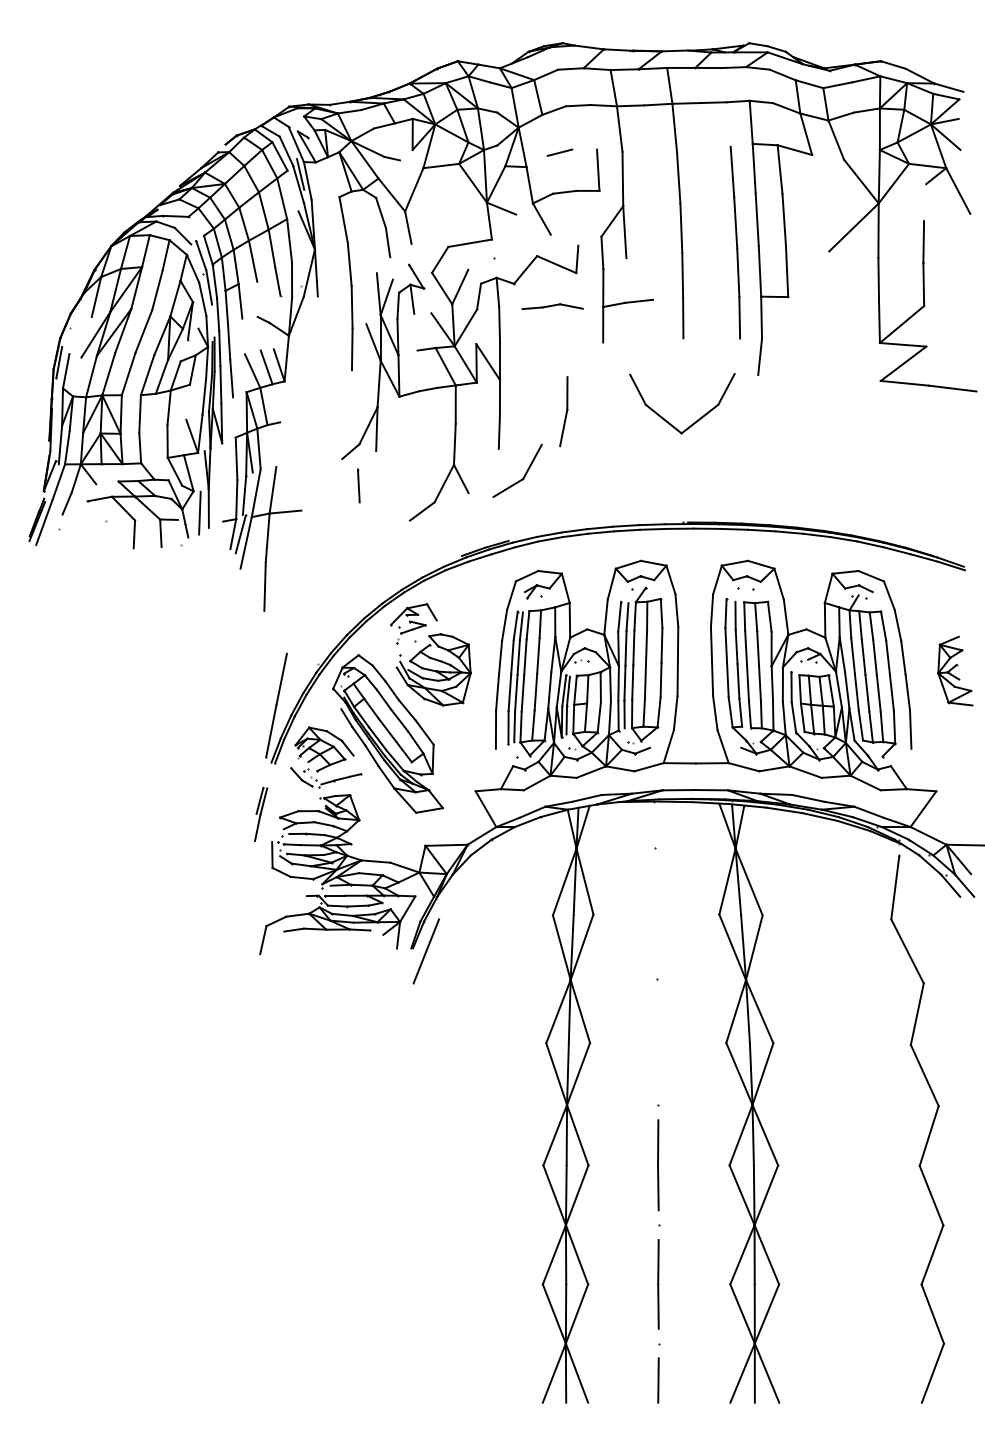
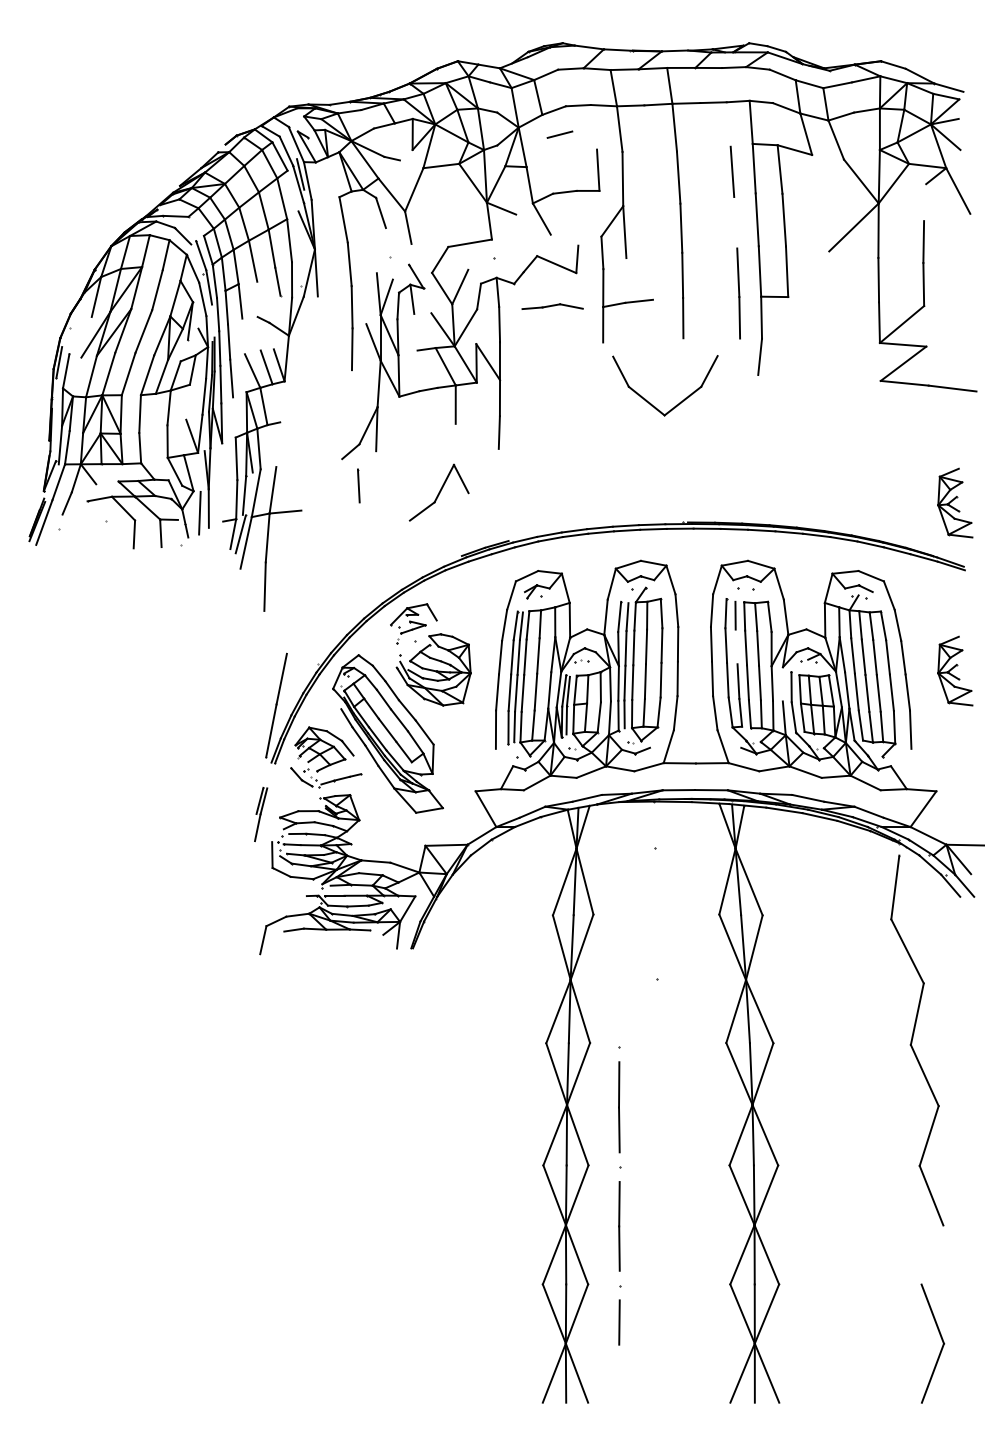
line at (559, 152) position: (559, 152) -> (559, 134)
line at (735, 222): present -> none
line at (387, 242): present -> none
part at (563, 411): present -> none
part at (697, 419) position: (697, 419) -> (680, 401)
line at (454, 443): present -> none
part at (524, 474): present -> none
part at (955, 502): none -> present
line at (736, 646): present -> none
line at (782, 684): present -> none
line at (426, 951): present -> none
part at (658, 1253) position: (658, 1253) -> (619, 1195)
line at (932, 1254): present -> none
